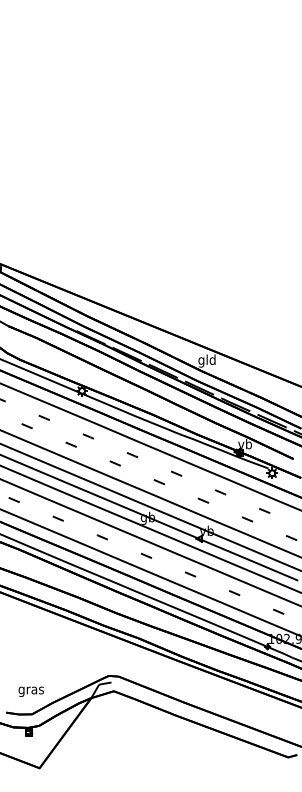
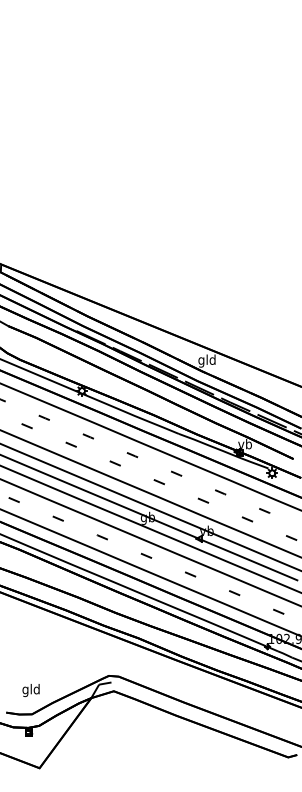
text at (30, 690): gras -> gld
